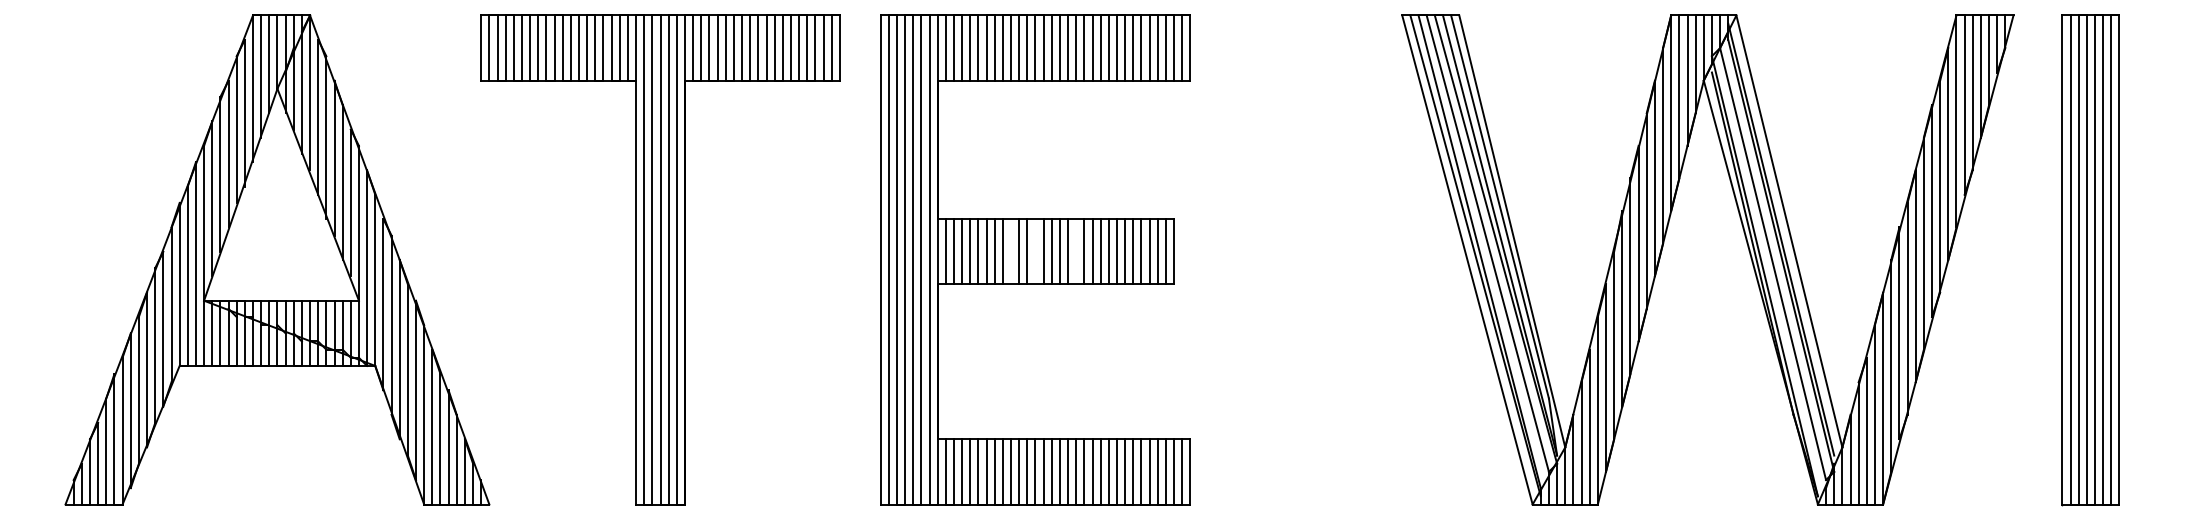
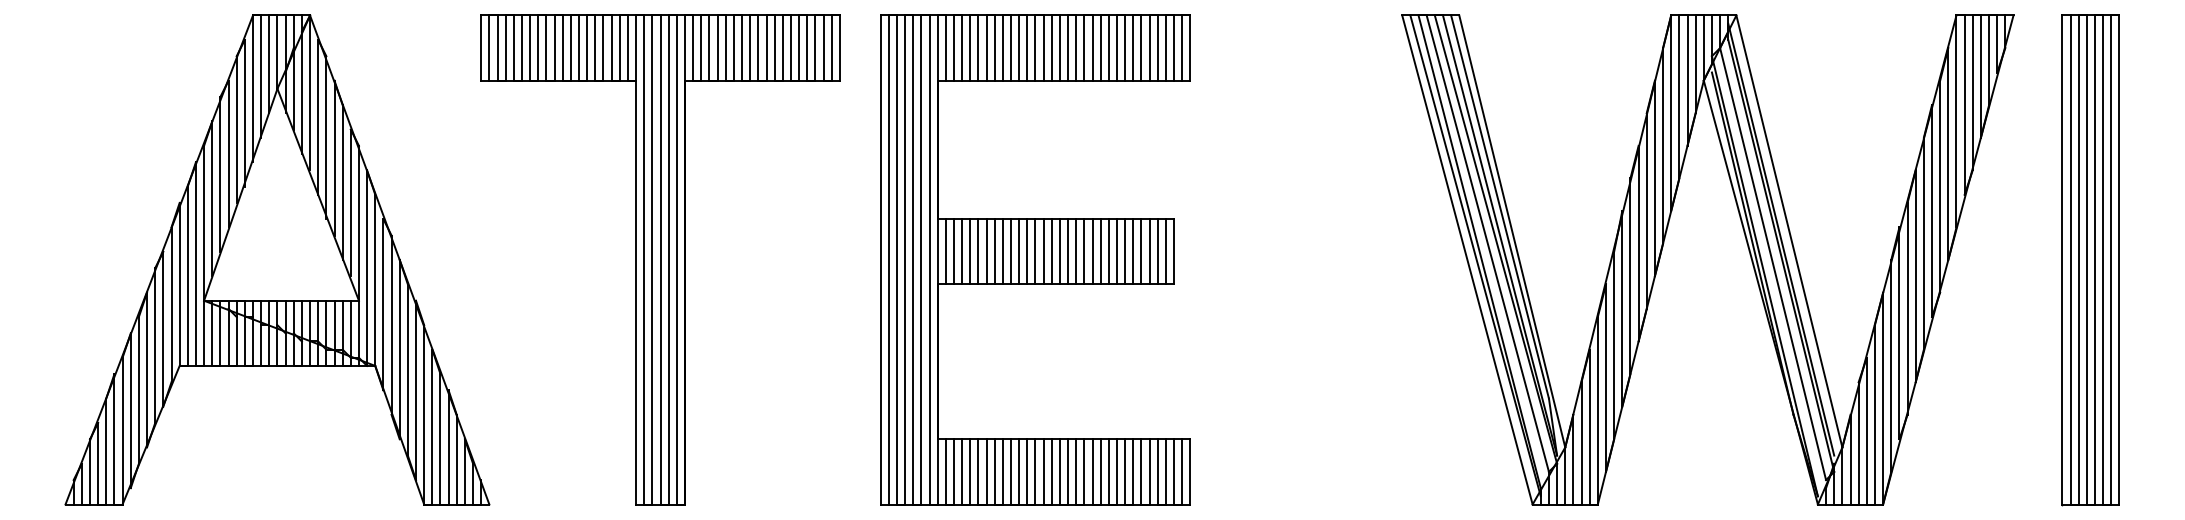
line at (1011, 251): none -> present
line at (1035, 251): none -> present
line at (1076, 251): none -> present
